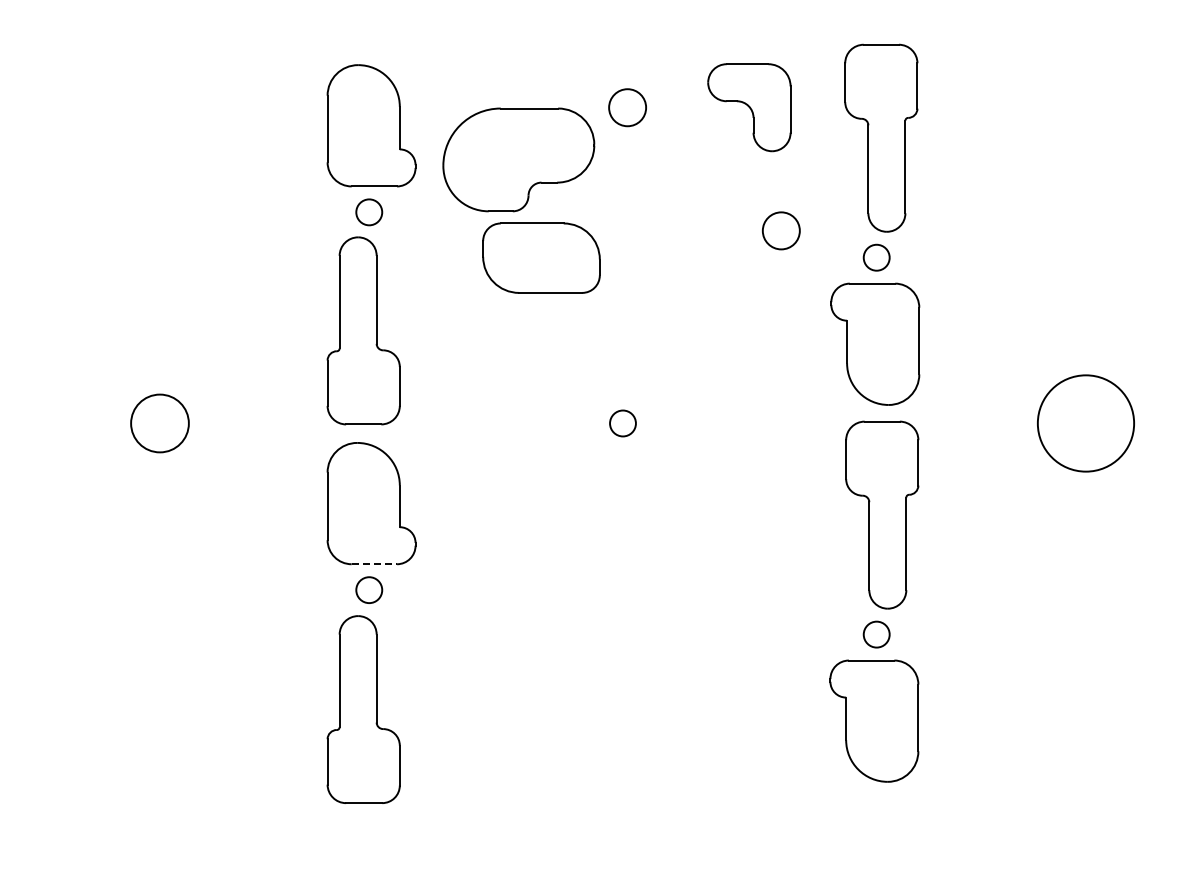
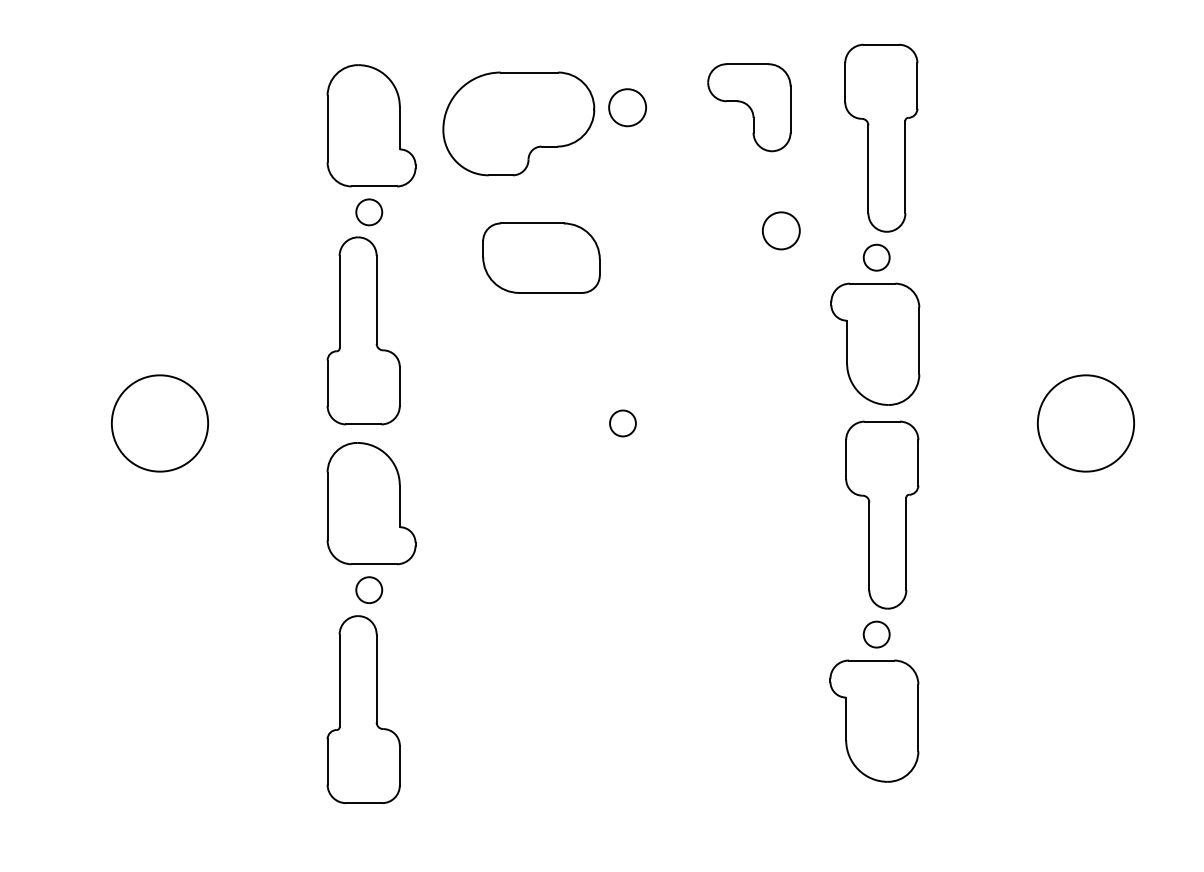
part at (518, 159) position: (518, 159) -> (518, 123)
circle at (159, 423) diameter: 58 px -> 96 px
line at (374, 564): dashed -> solid
